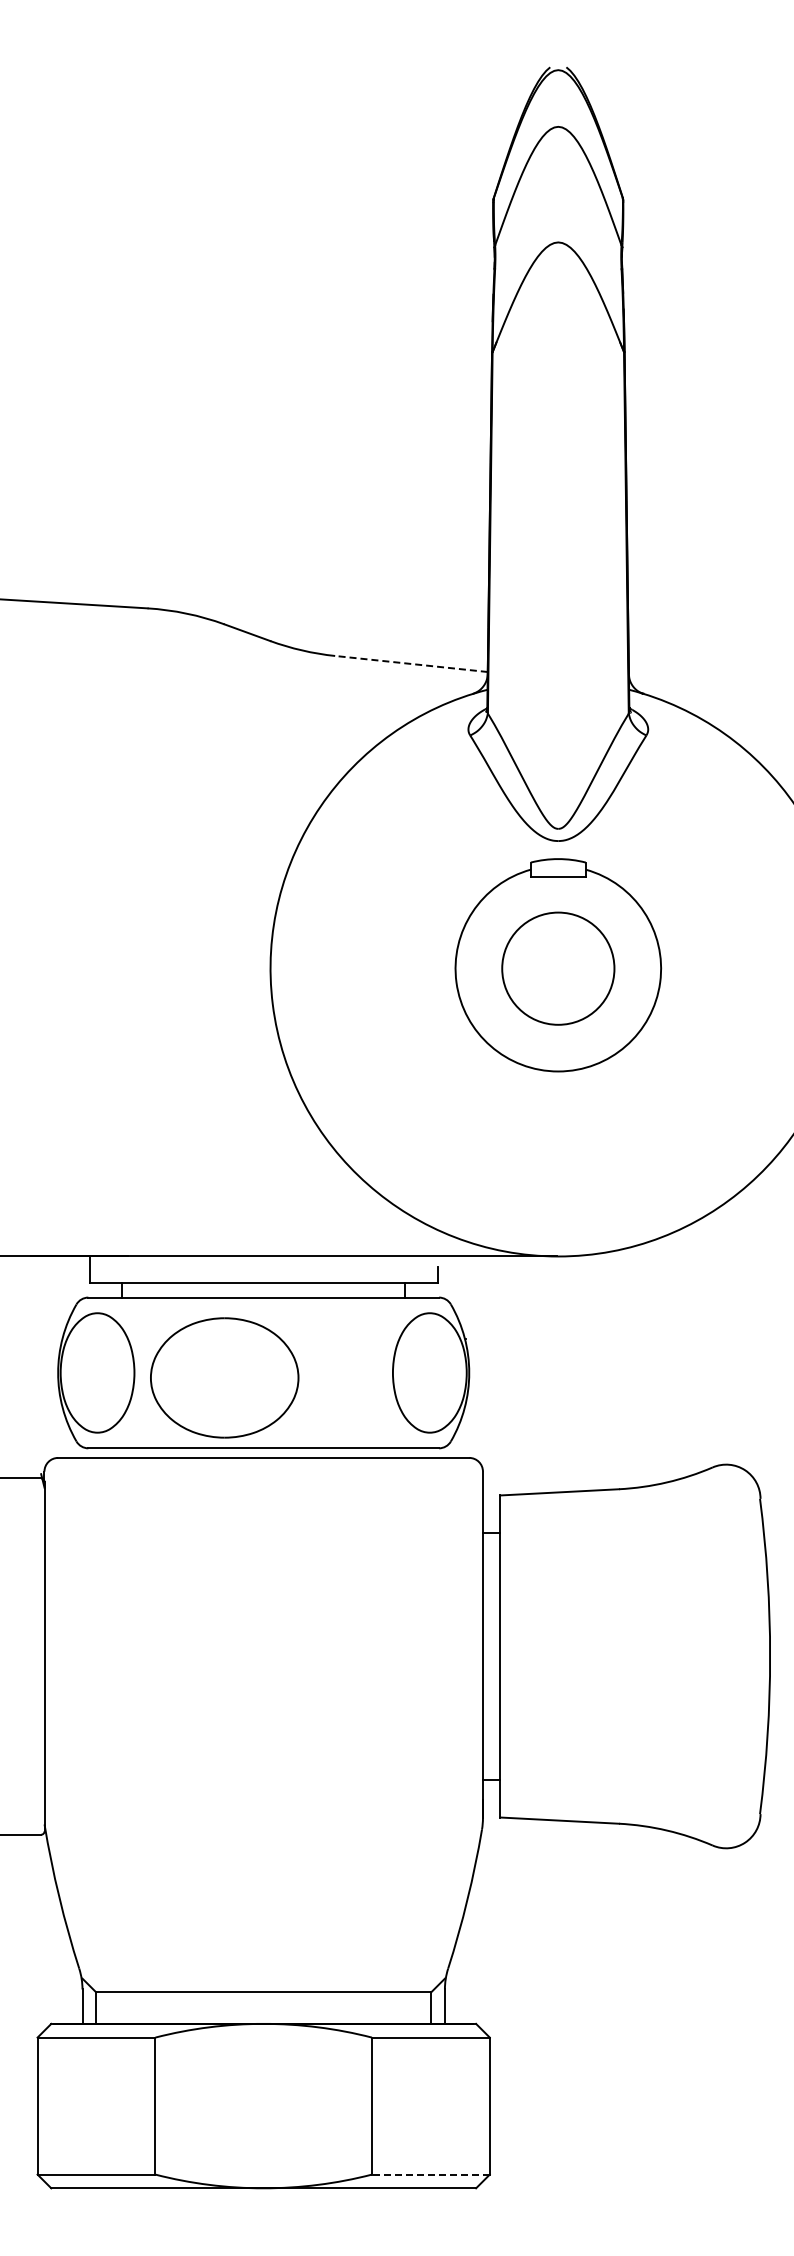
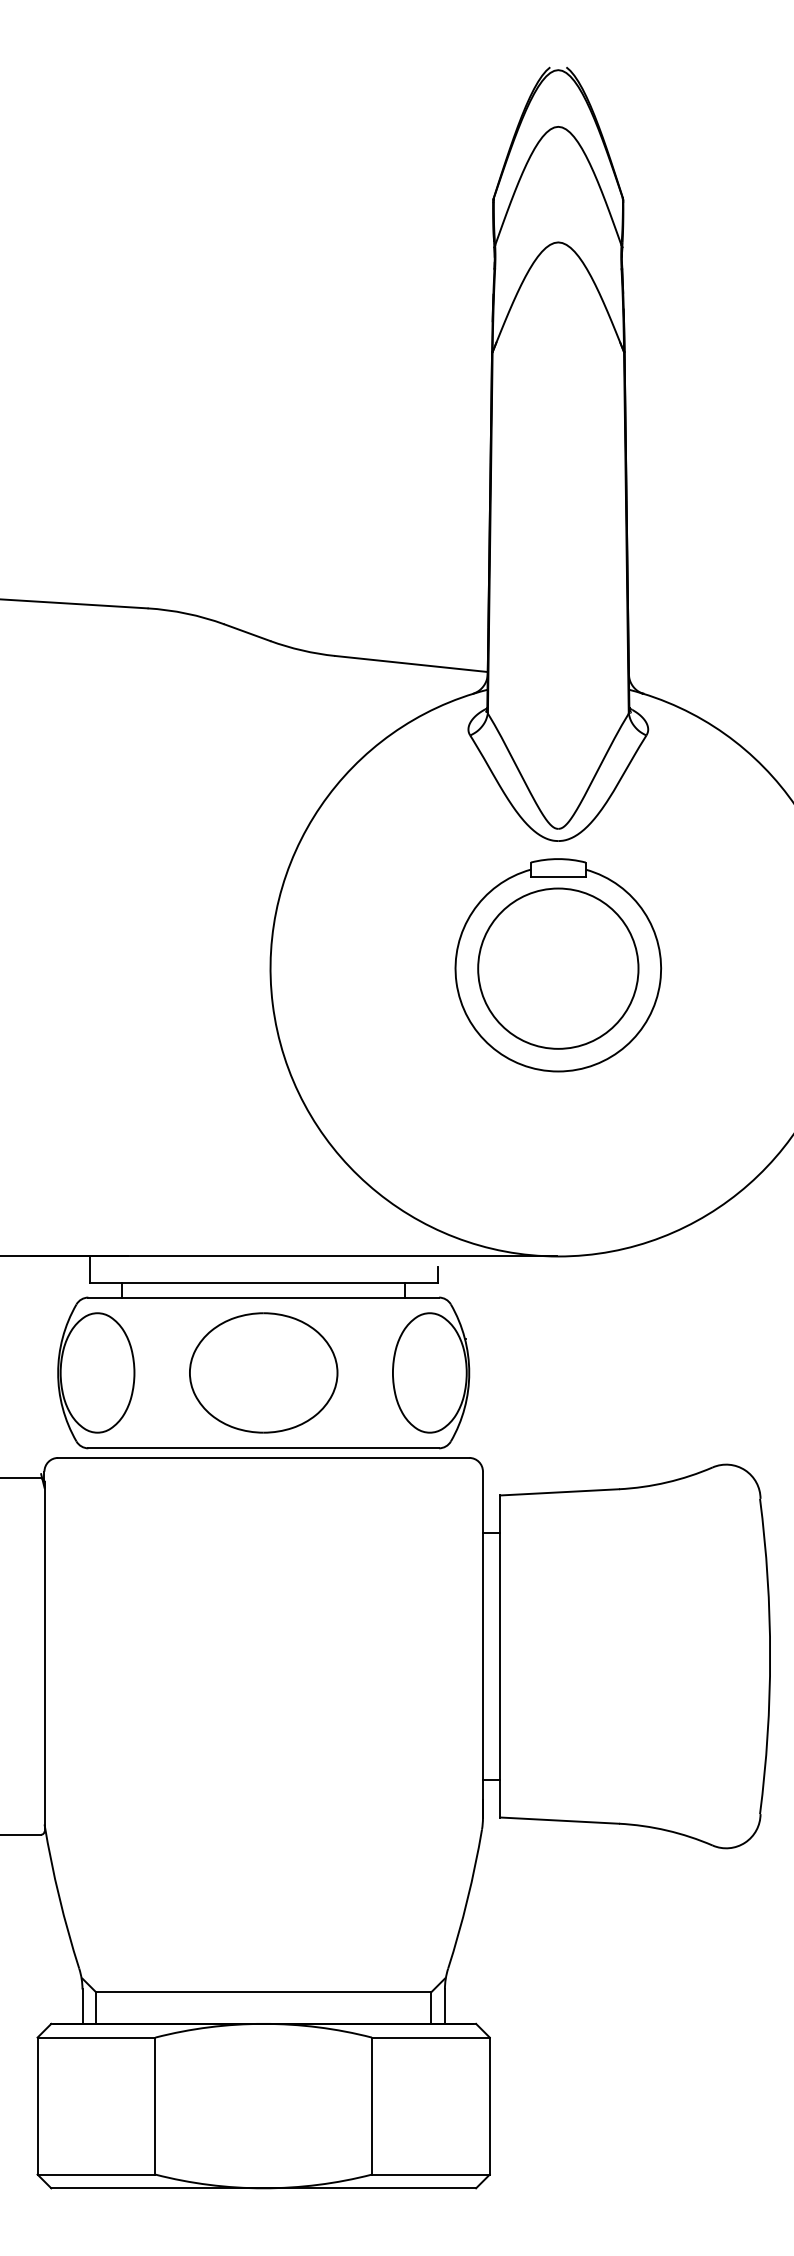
line at (411, 664): dashed -> solid
circle at (558, 968) diameter: 112 px -> 160 px
part at (224, 1377) position: (224, 1377) -> (263, 1372)
line at (430, 2174): dashed -> solid
